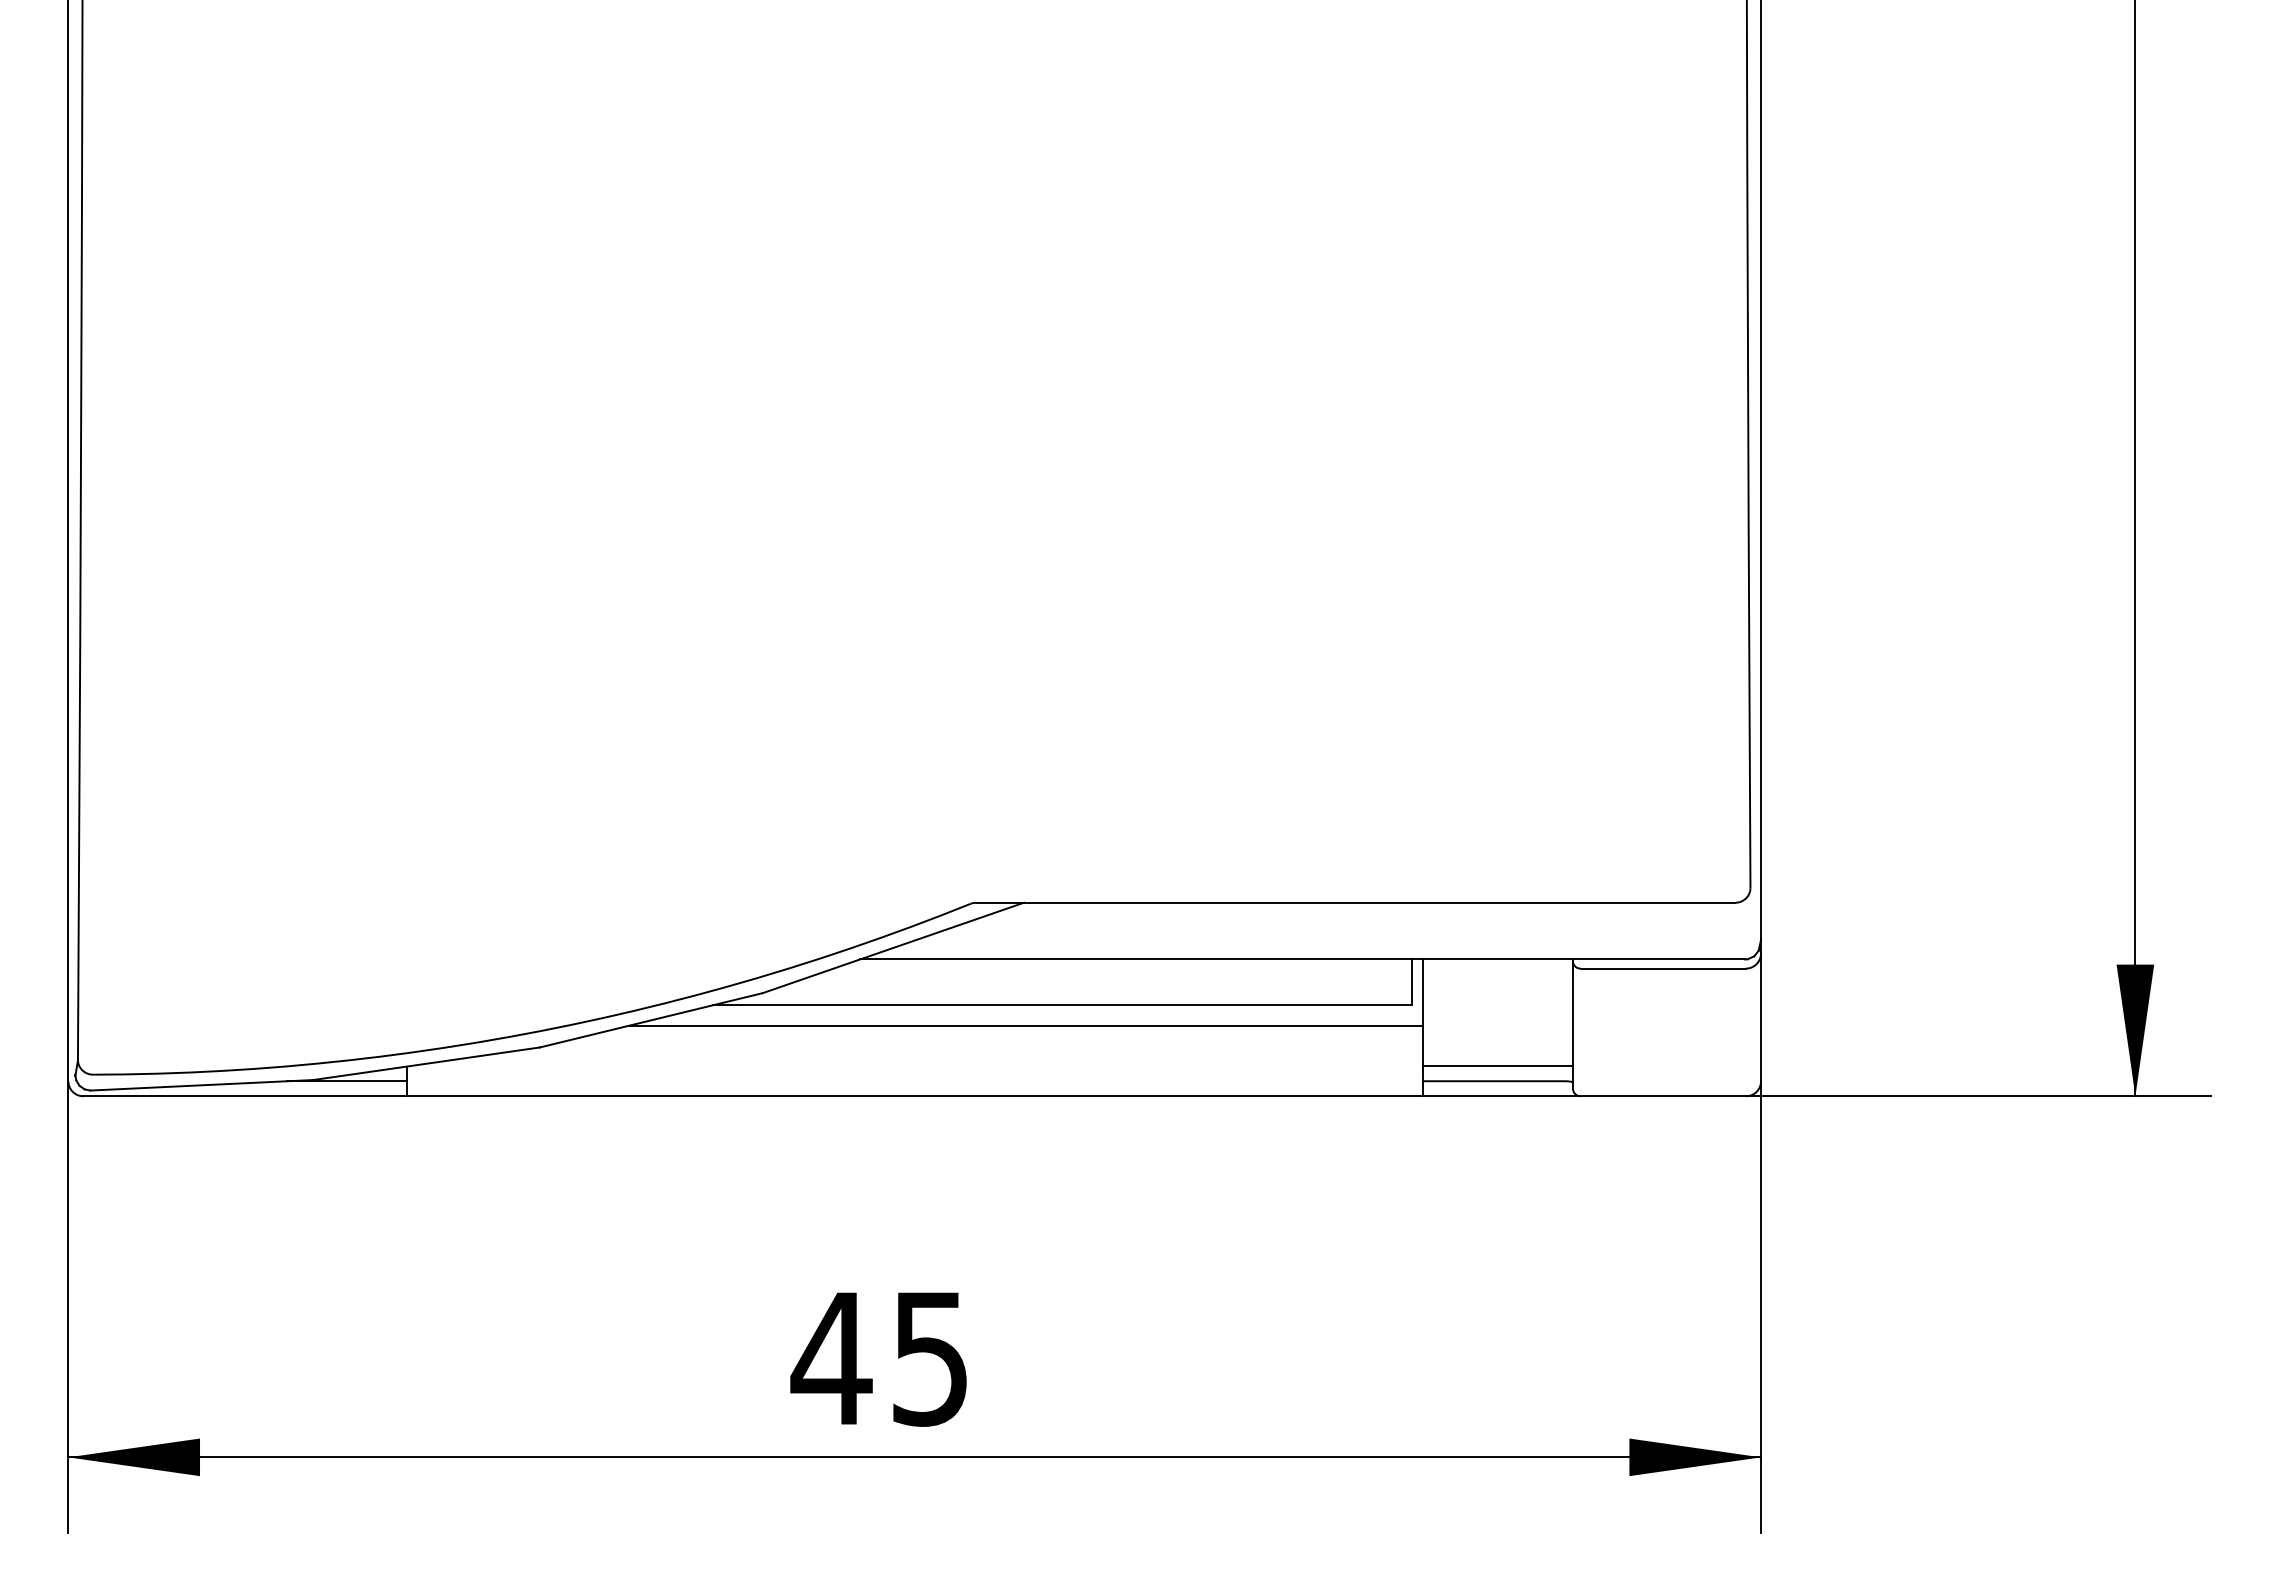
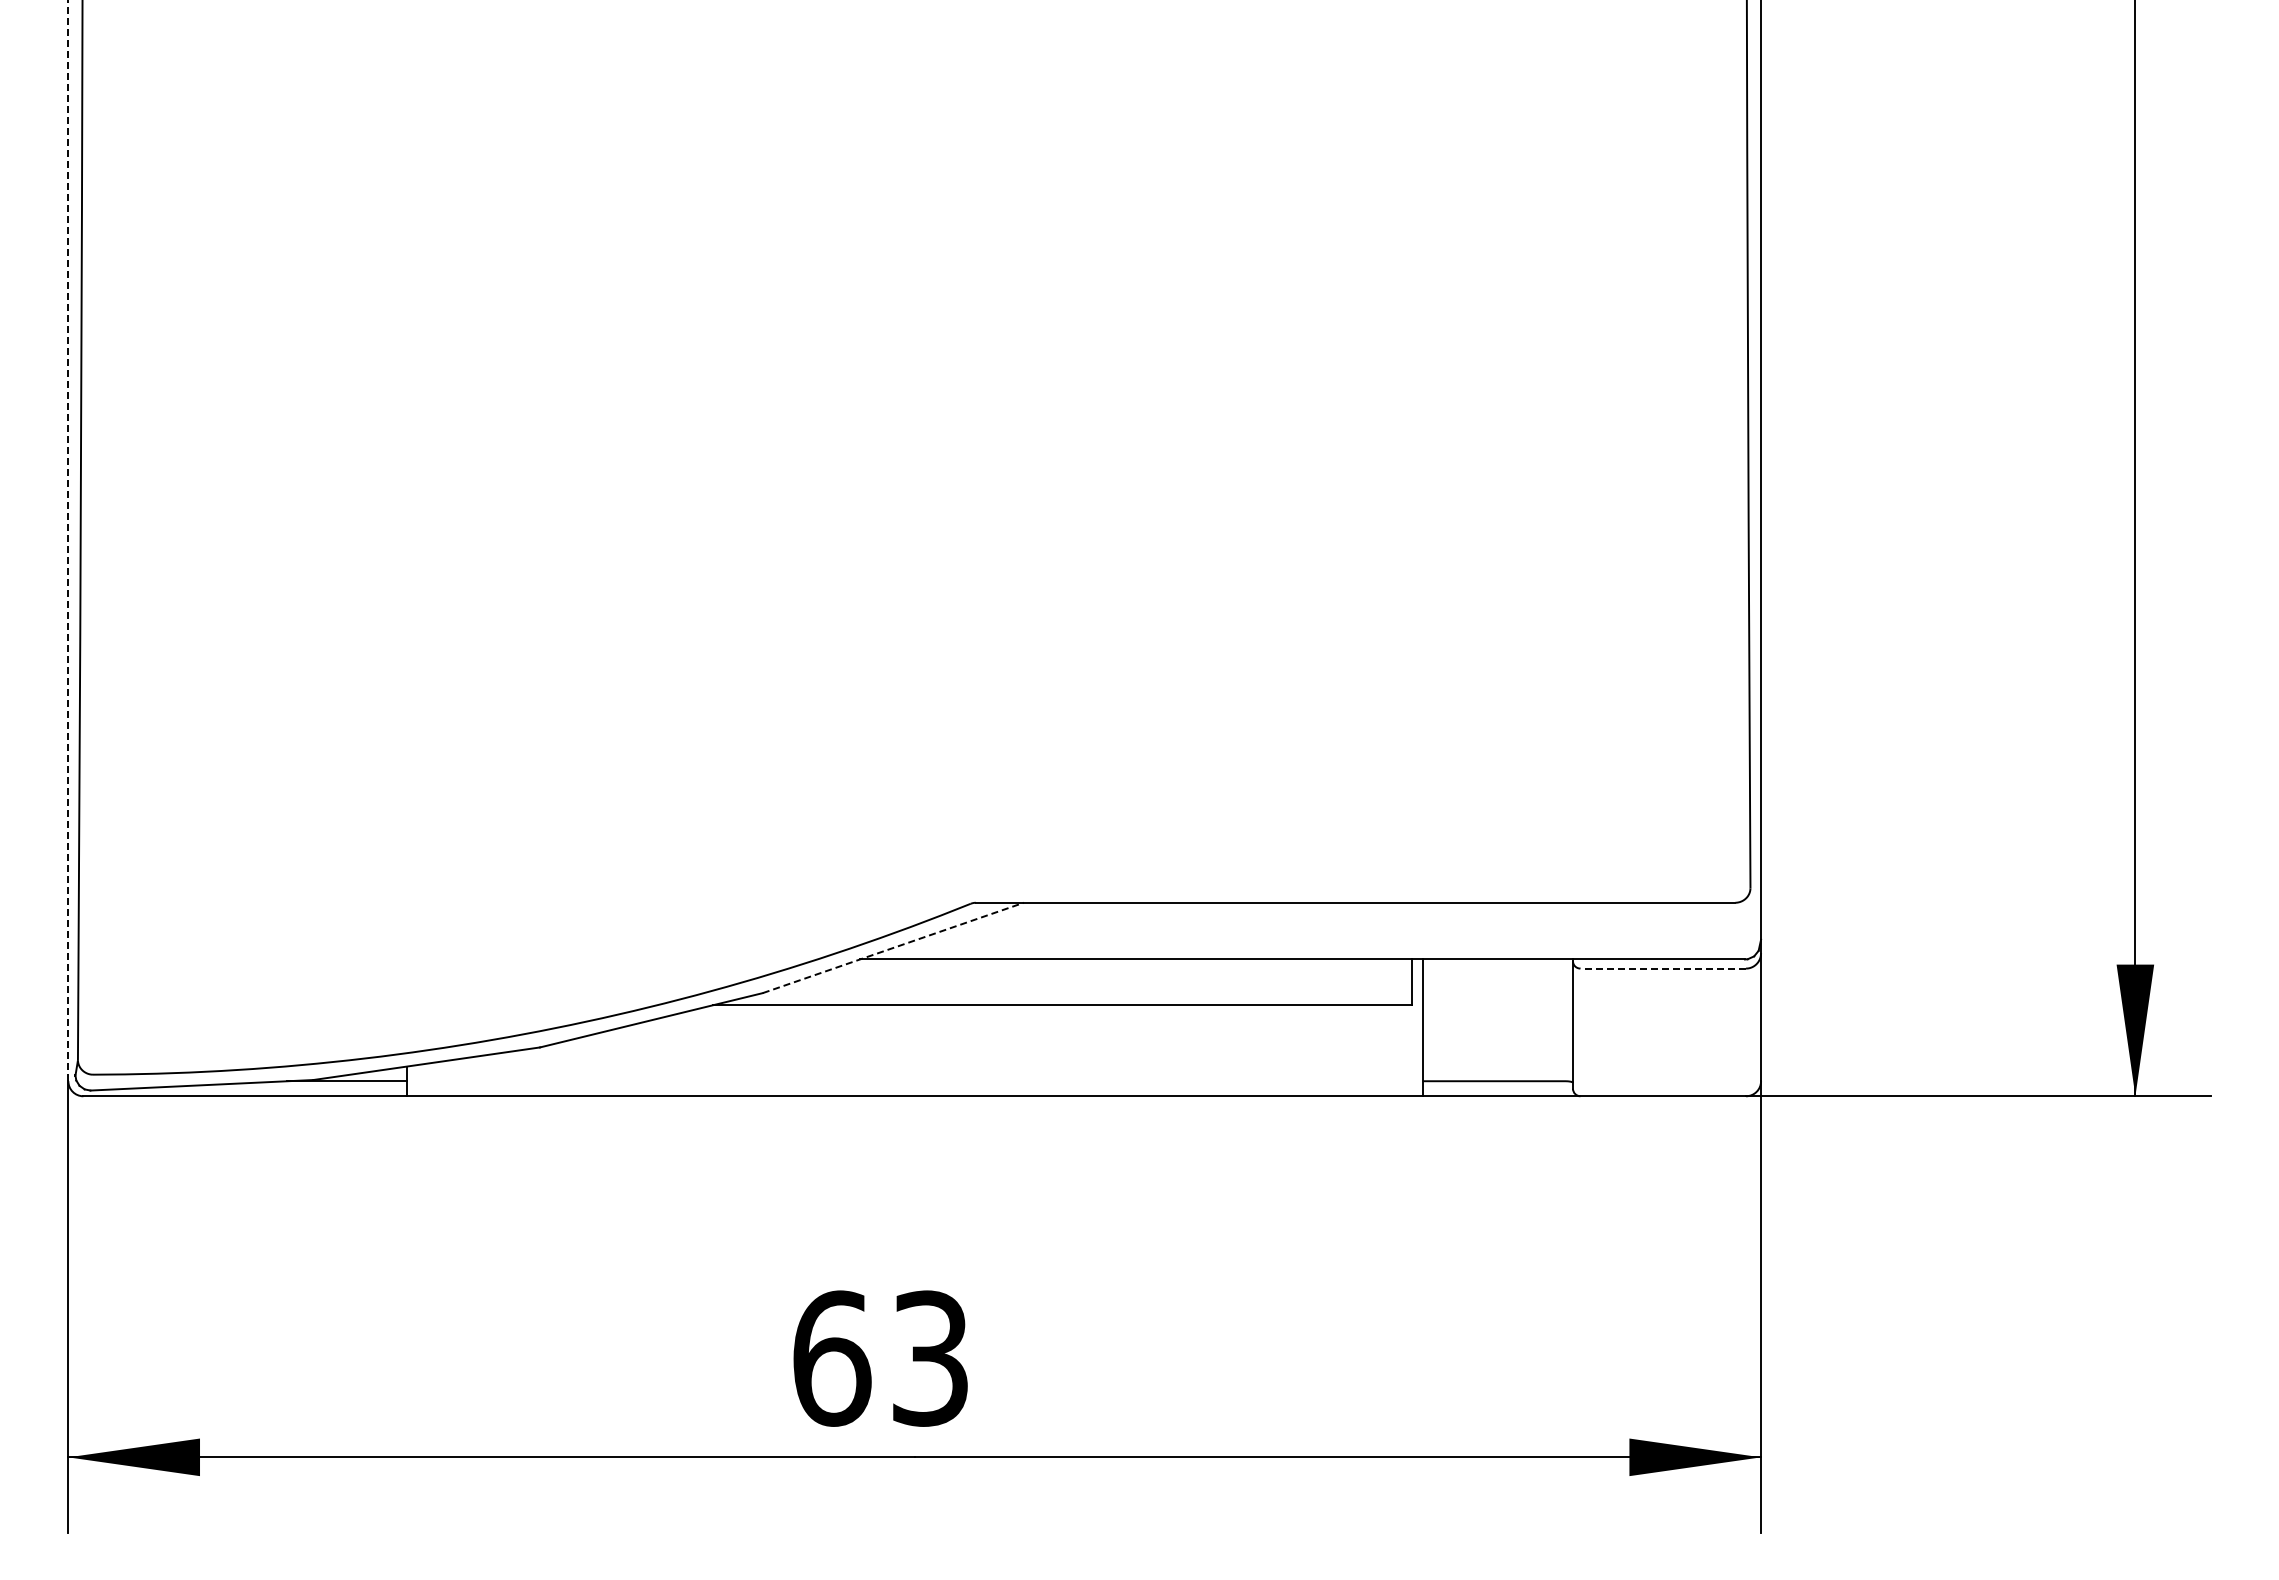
line at (68, 540): solid -> dashed
line at (893, 947): solid -> dashed
line at (1663, 968): solid -> dashed
line at (1025, 1025): present -> none
line at (1497, 1066): present -> none
text at (878, 1358): 45 -> 63
